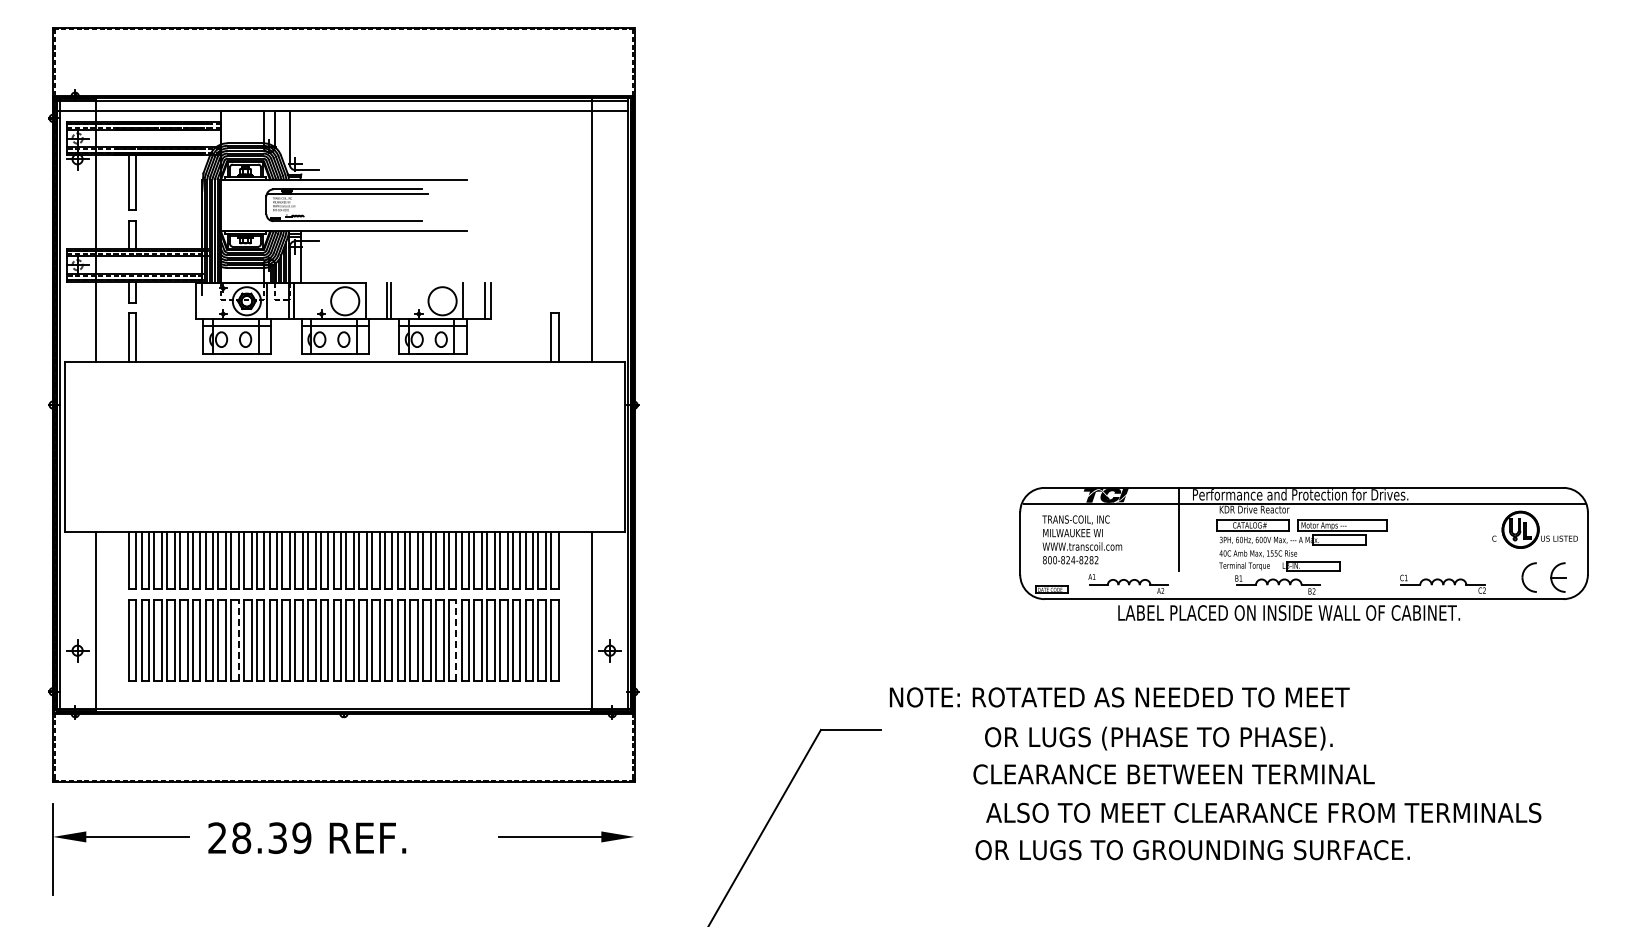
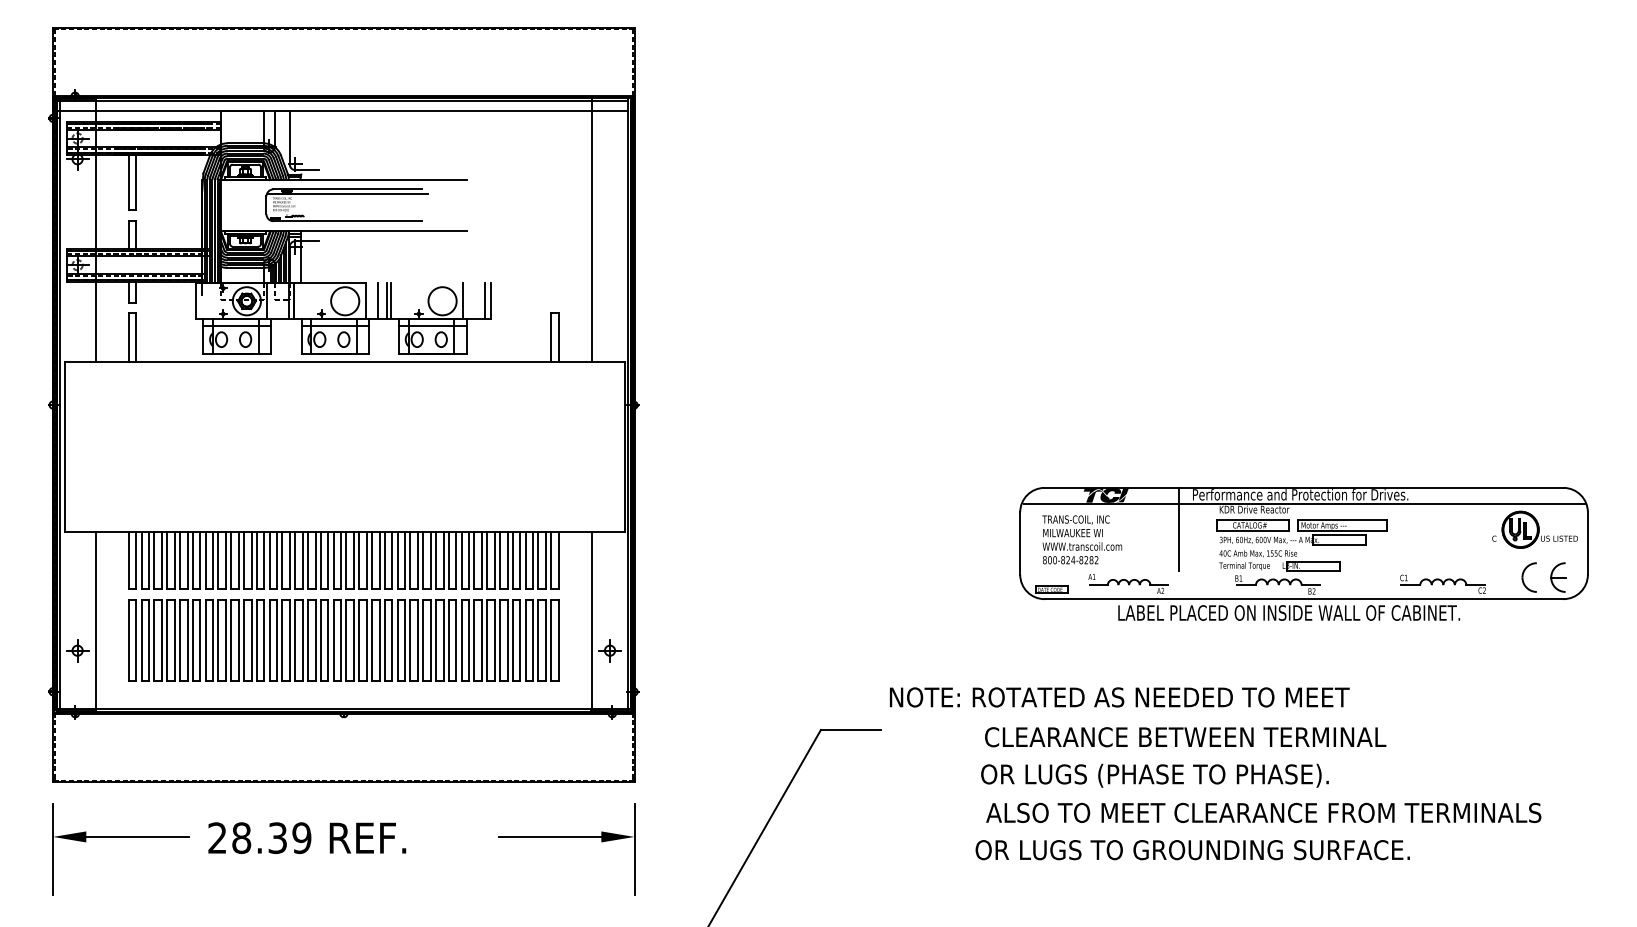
line at (378, 301): none -> present
line at (238, 640): dashed -> solid
line at (456, 640): dashed -> solid
text at (1188, 738): OR LUGS (PHASE TO PHASE). -> CLEARANCE BETWEEN TERMINAL
text at (1173, 775): CLEARANCE BETWEEN TERMINAL -> OR LUGS (PHASE TO PHASE).
line at (634, 849): none -> present
